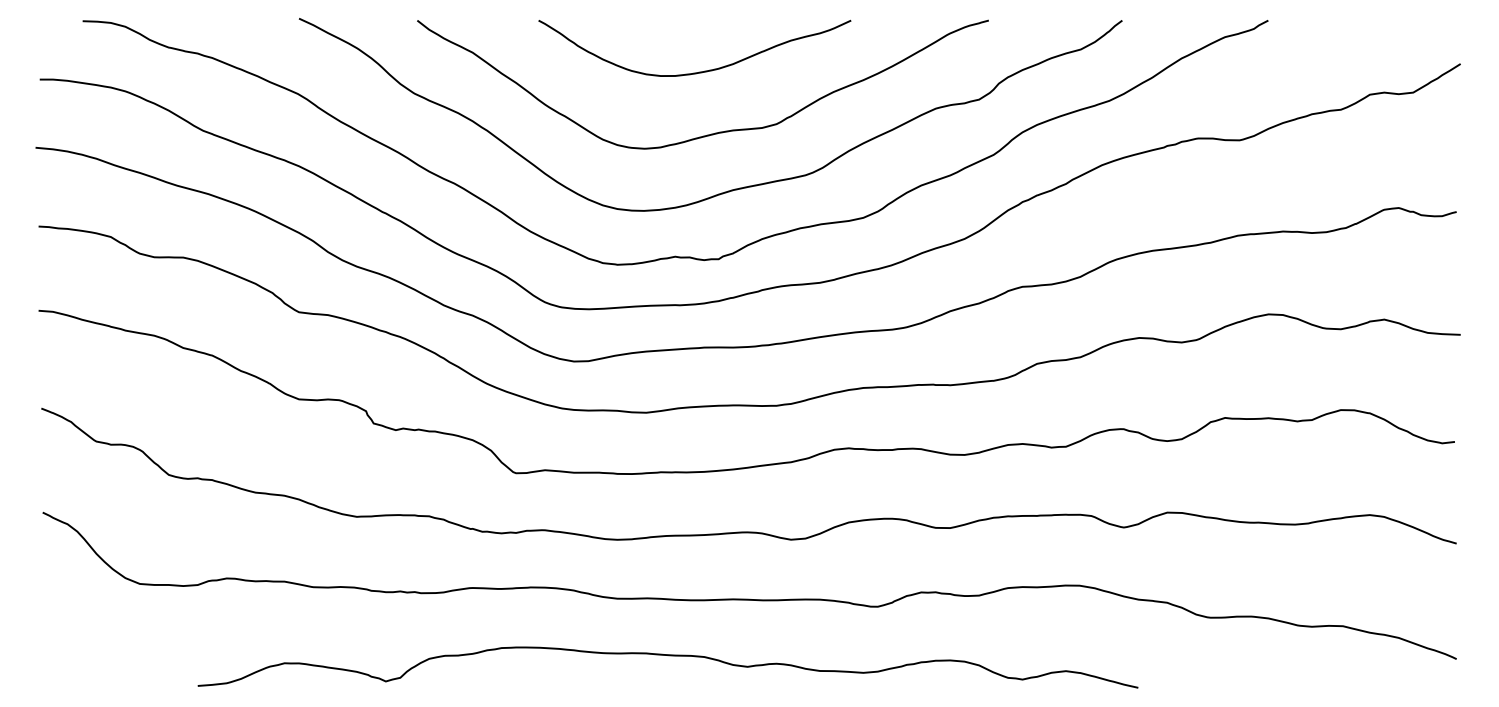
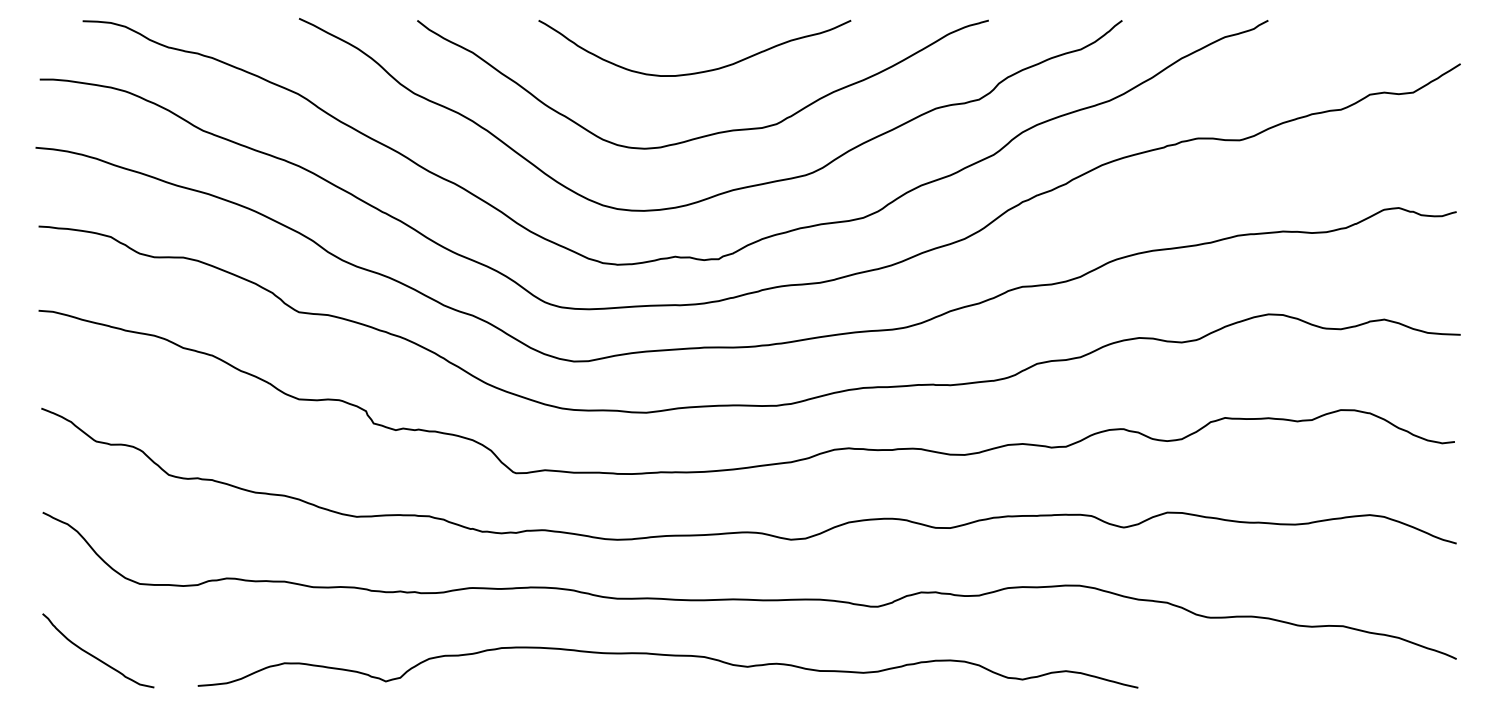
curve at (95, 656): none -> present
